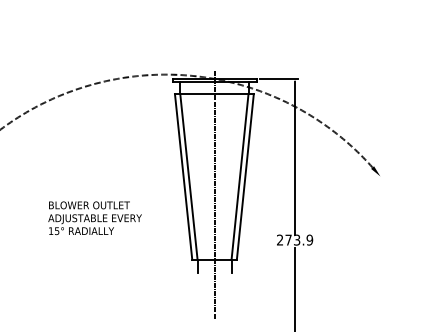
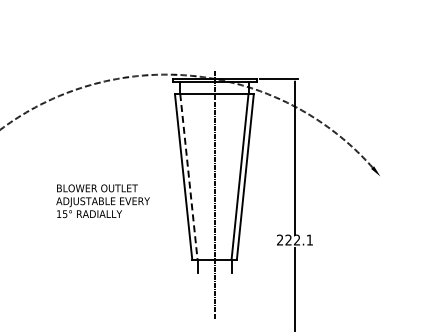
line at (188, 177): solid -> dashed
text at (94, 218) position: (94, 218) -> (102, 201)
text at (299, 239): 273.9 -> 222.1
